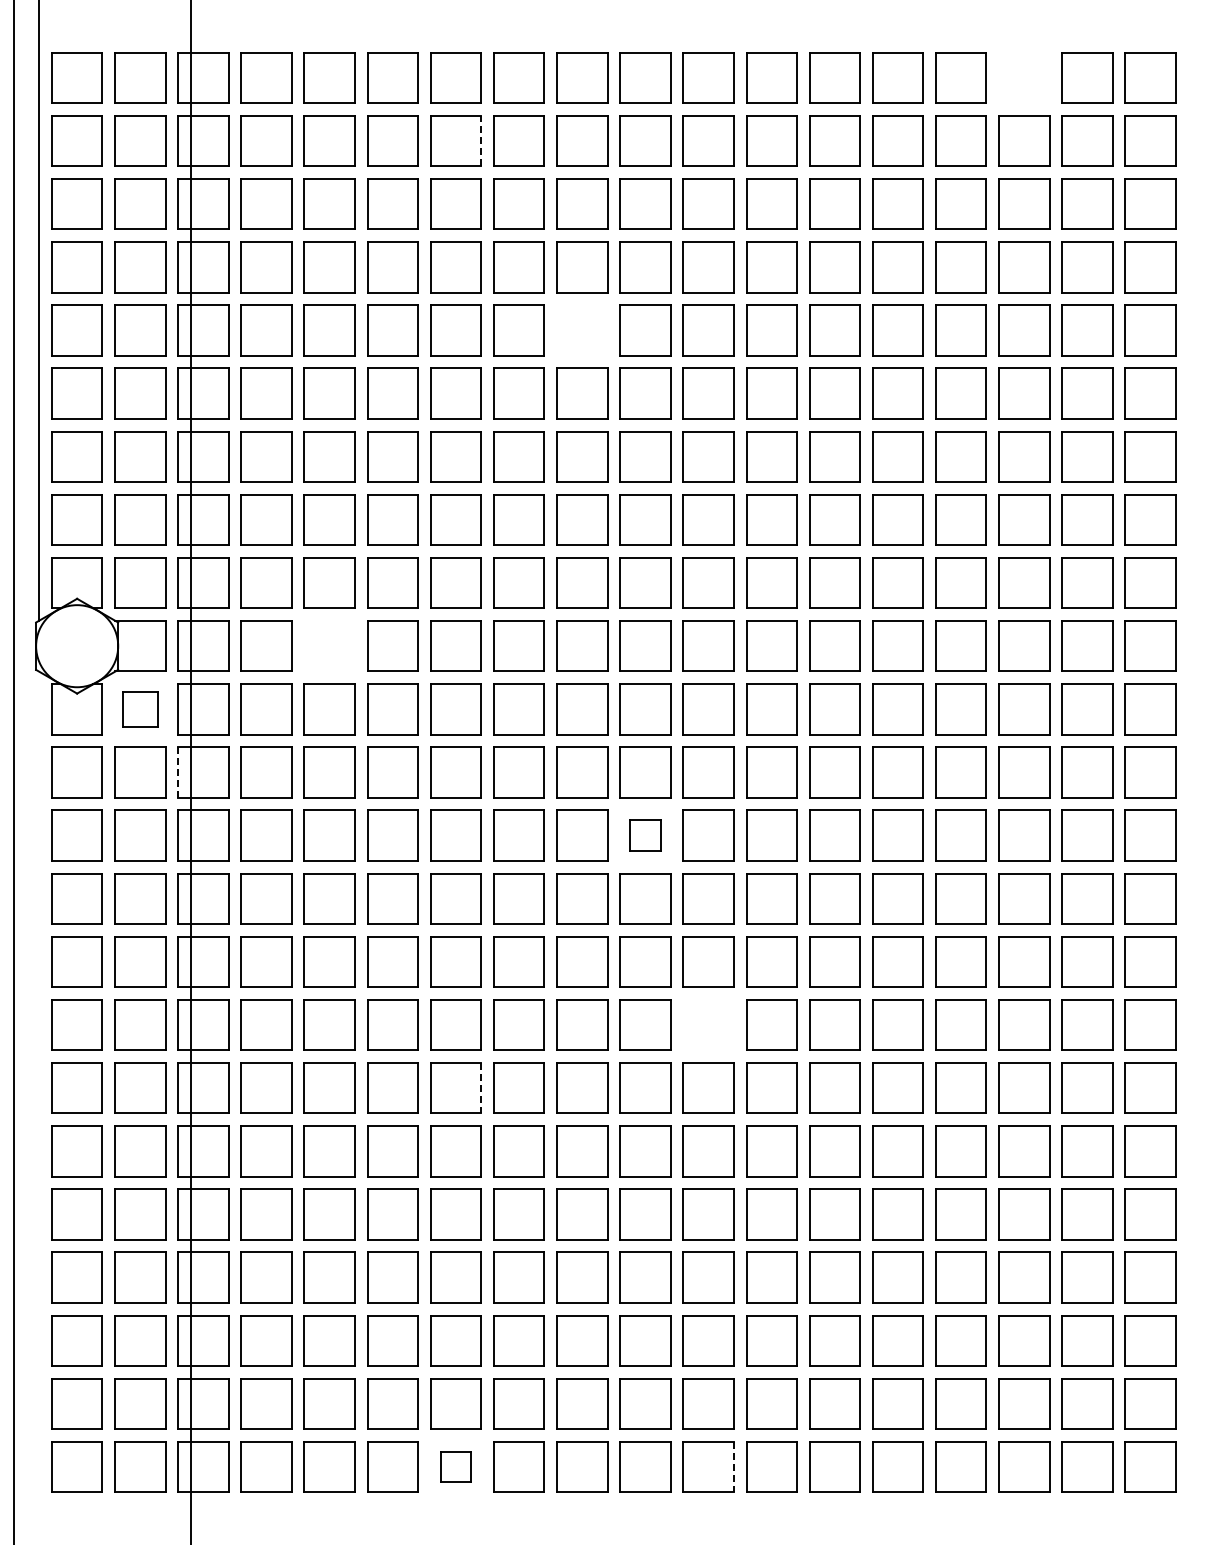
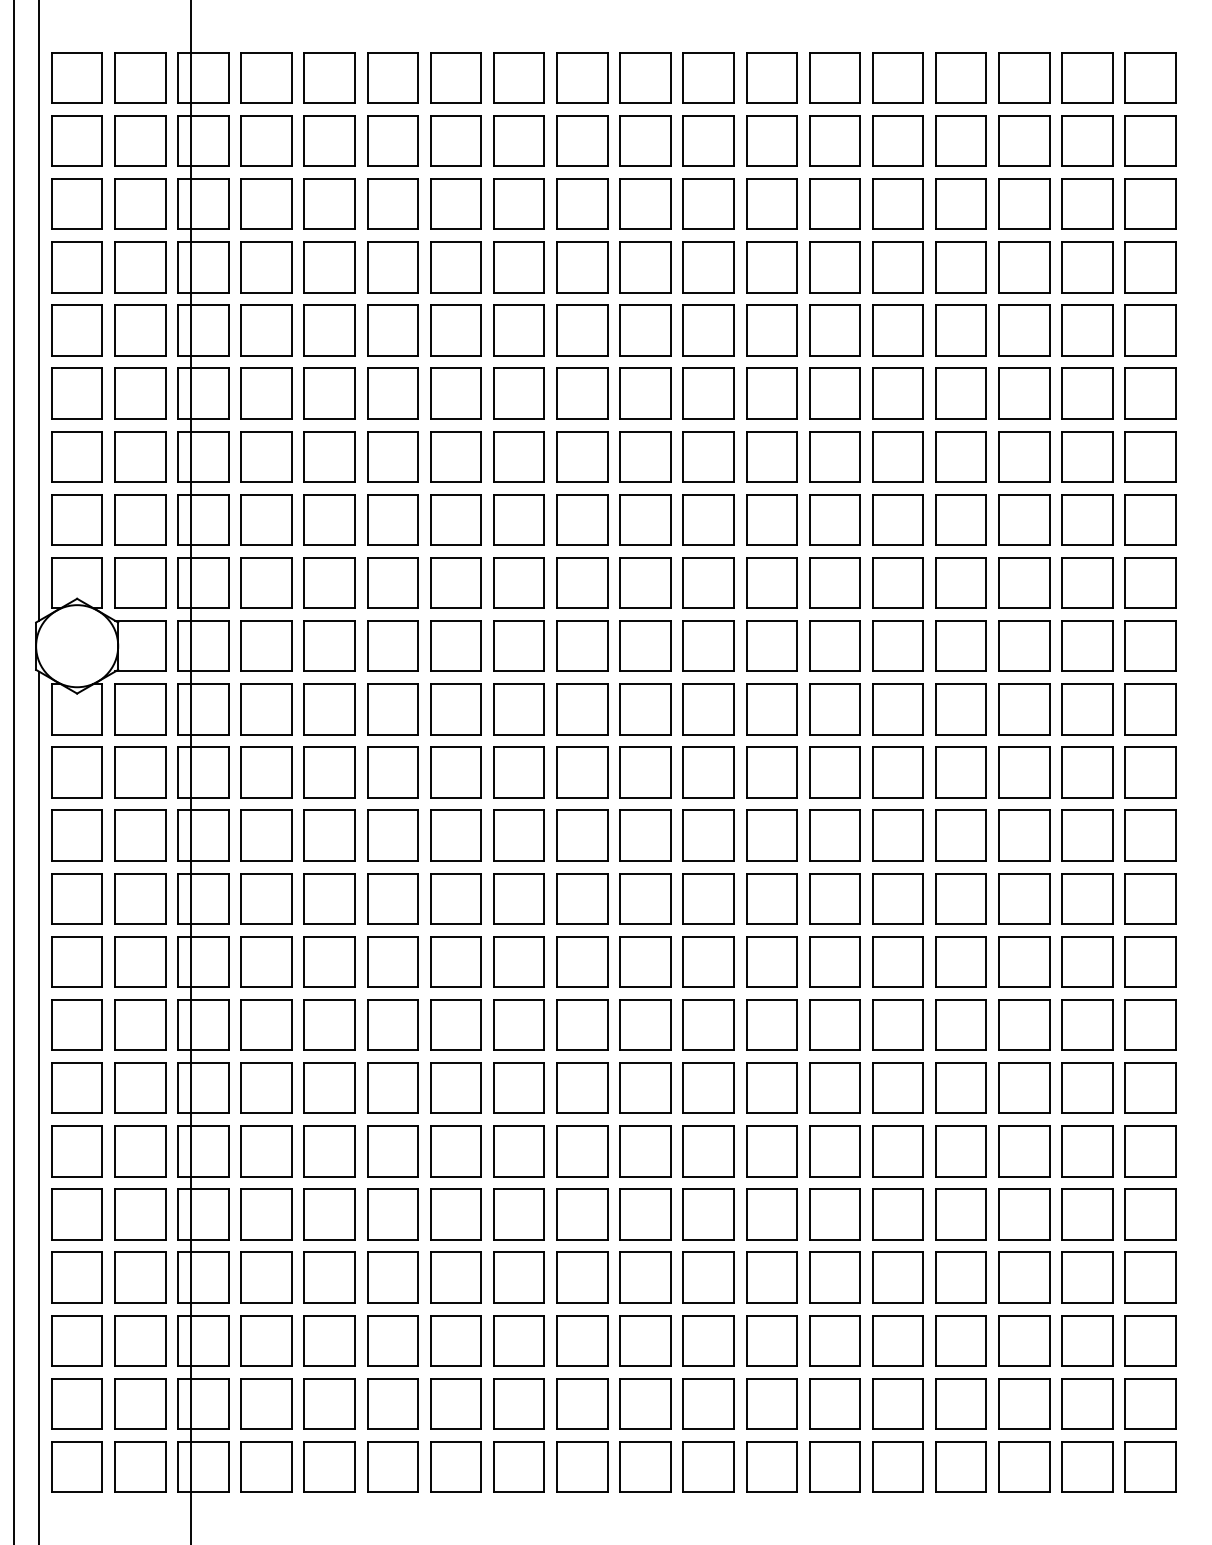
part at (1024, 77): none -> present
line at (481, 140): dashed -> solid
part at (582, 330): none -> present
part at (329, 645): none -> present
part at (140, 709) size: 37x37 px -> 53x53 px
line at (178, 772): dashed -> solid
part at (645, 835) size: 33x33 px -> 53x53 px
part at (708, 1024): none -> present
line at (481, 1088): dashed -> solid
line at (39, 1106): none -> present
part at (455, 1466) size: 32x32 px -> 52x52 px
line at (733, 1467): dashed -> solid
